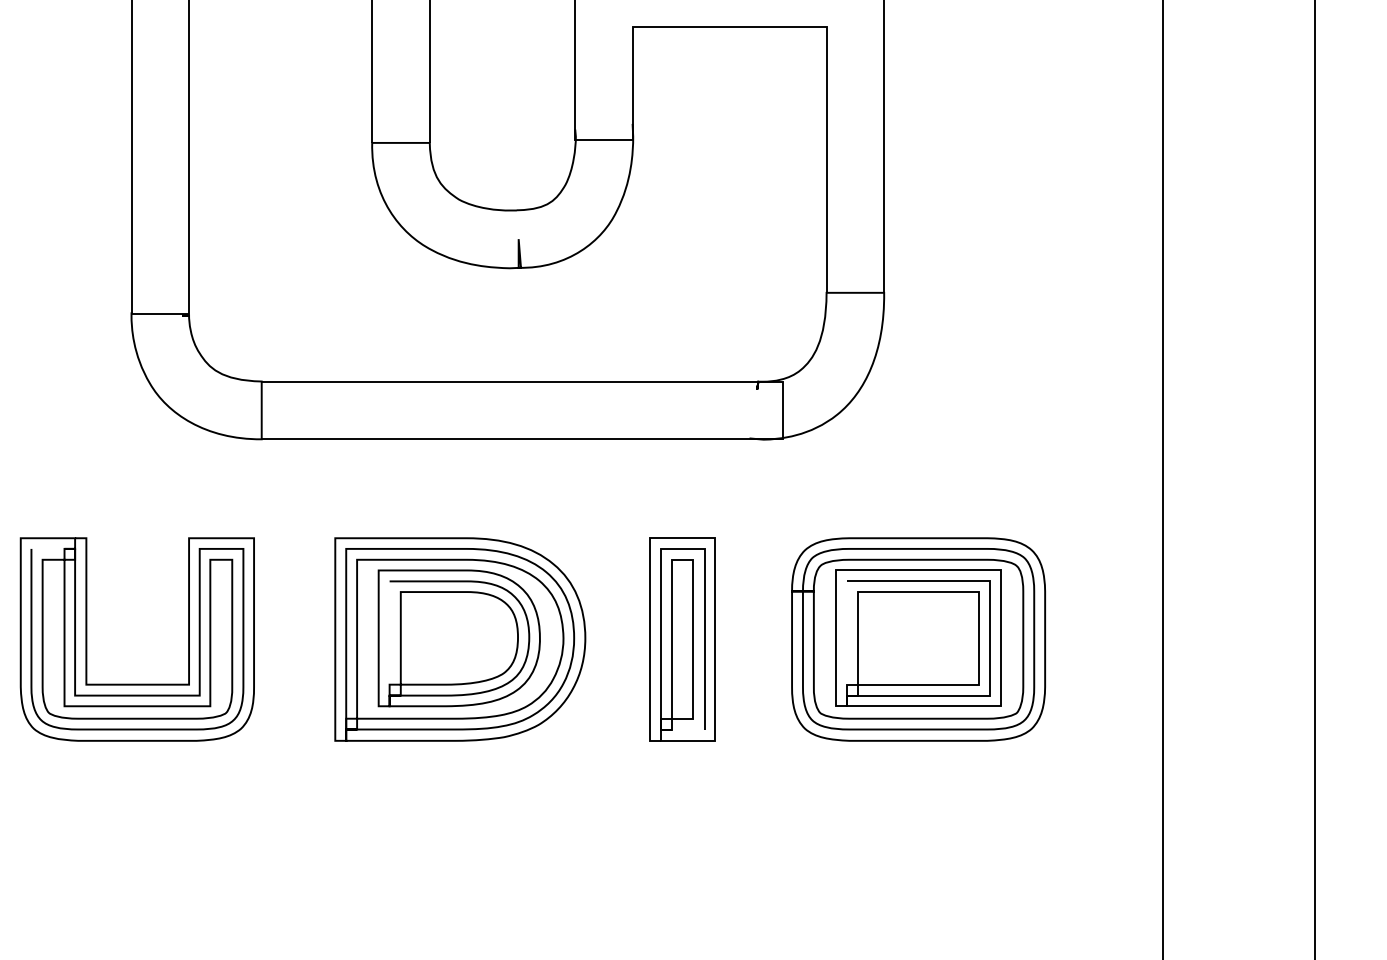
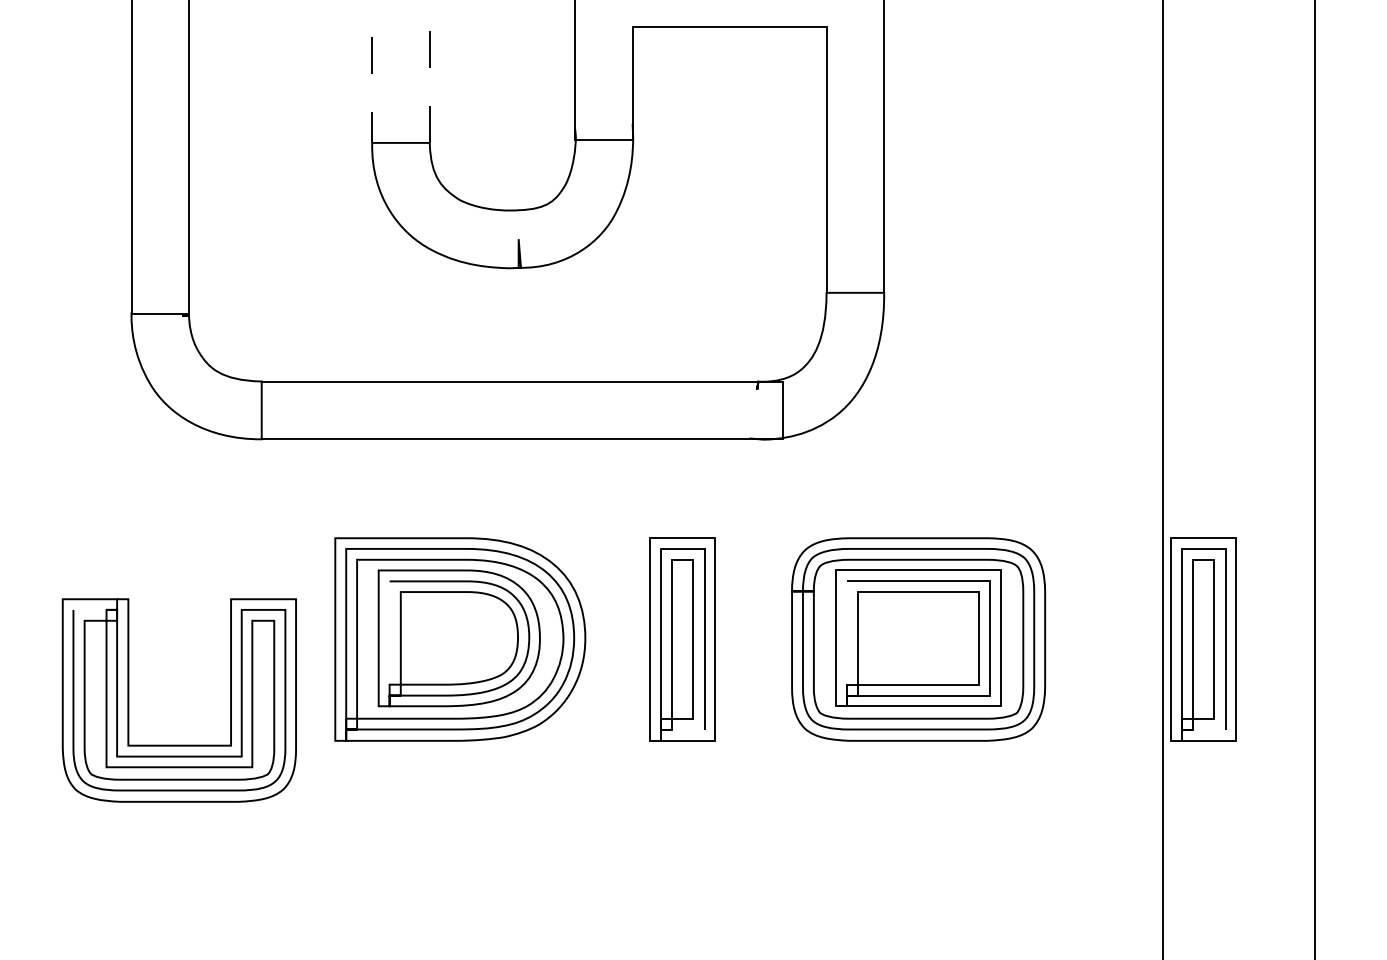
line at (372, 0): solid -> dashed
part at (1203, 639): none -> present
part at (136, 683) position: (136, 683) -> (178, 744)
